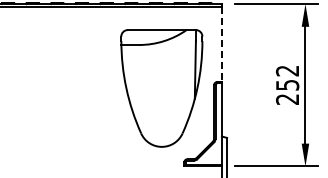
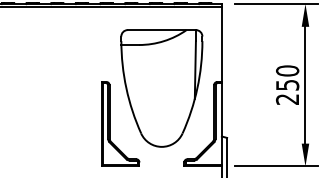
line at (221, 45): dashed -> solid
text at (287, 70): 252 -> 250
part at (110, 123): none -> present
